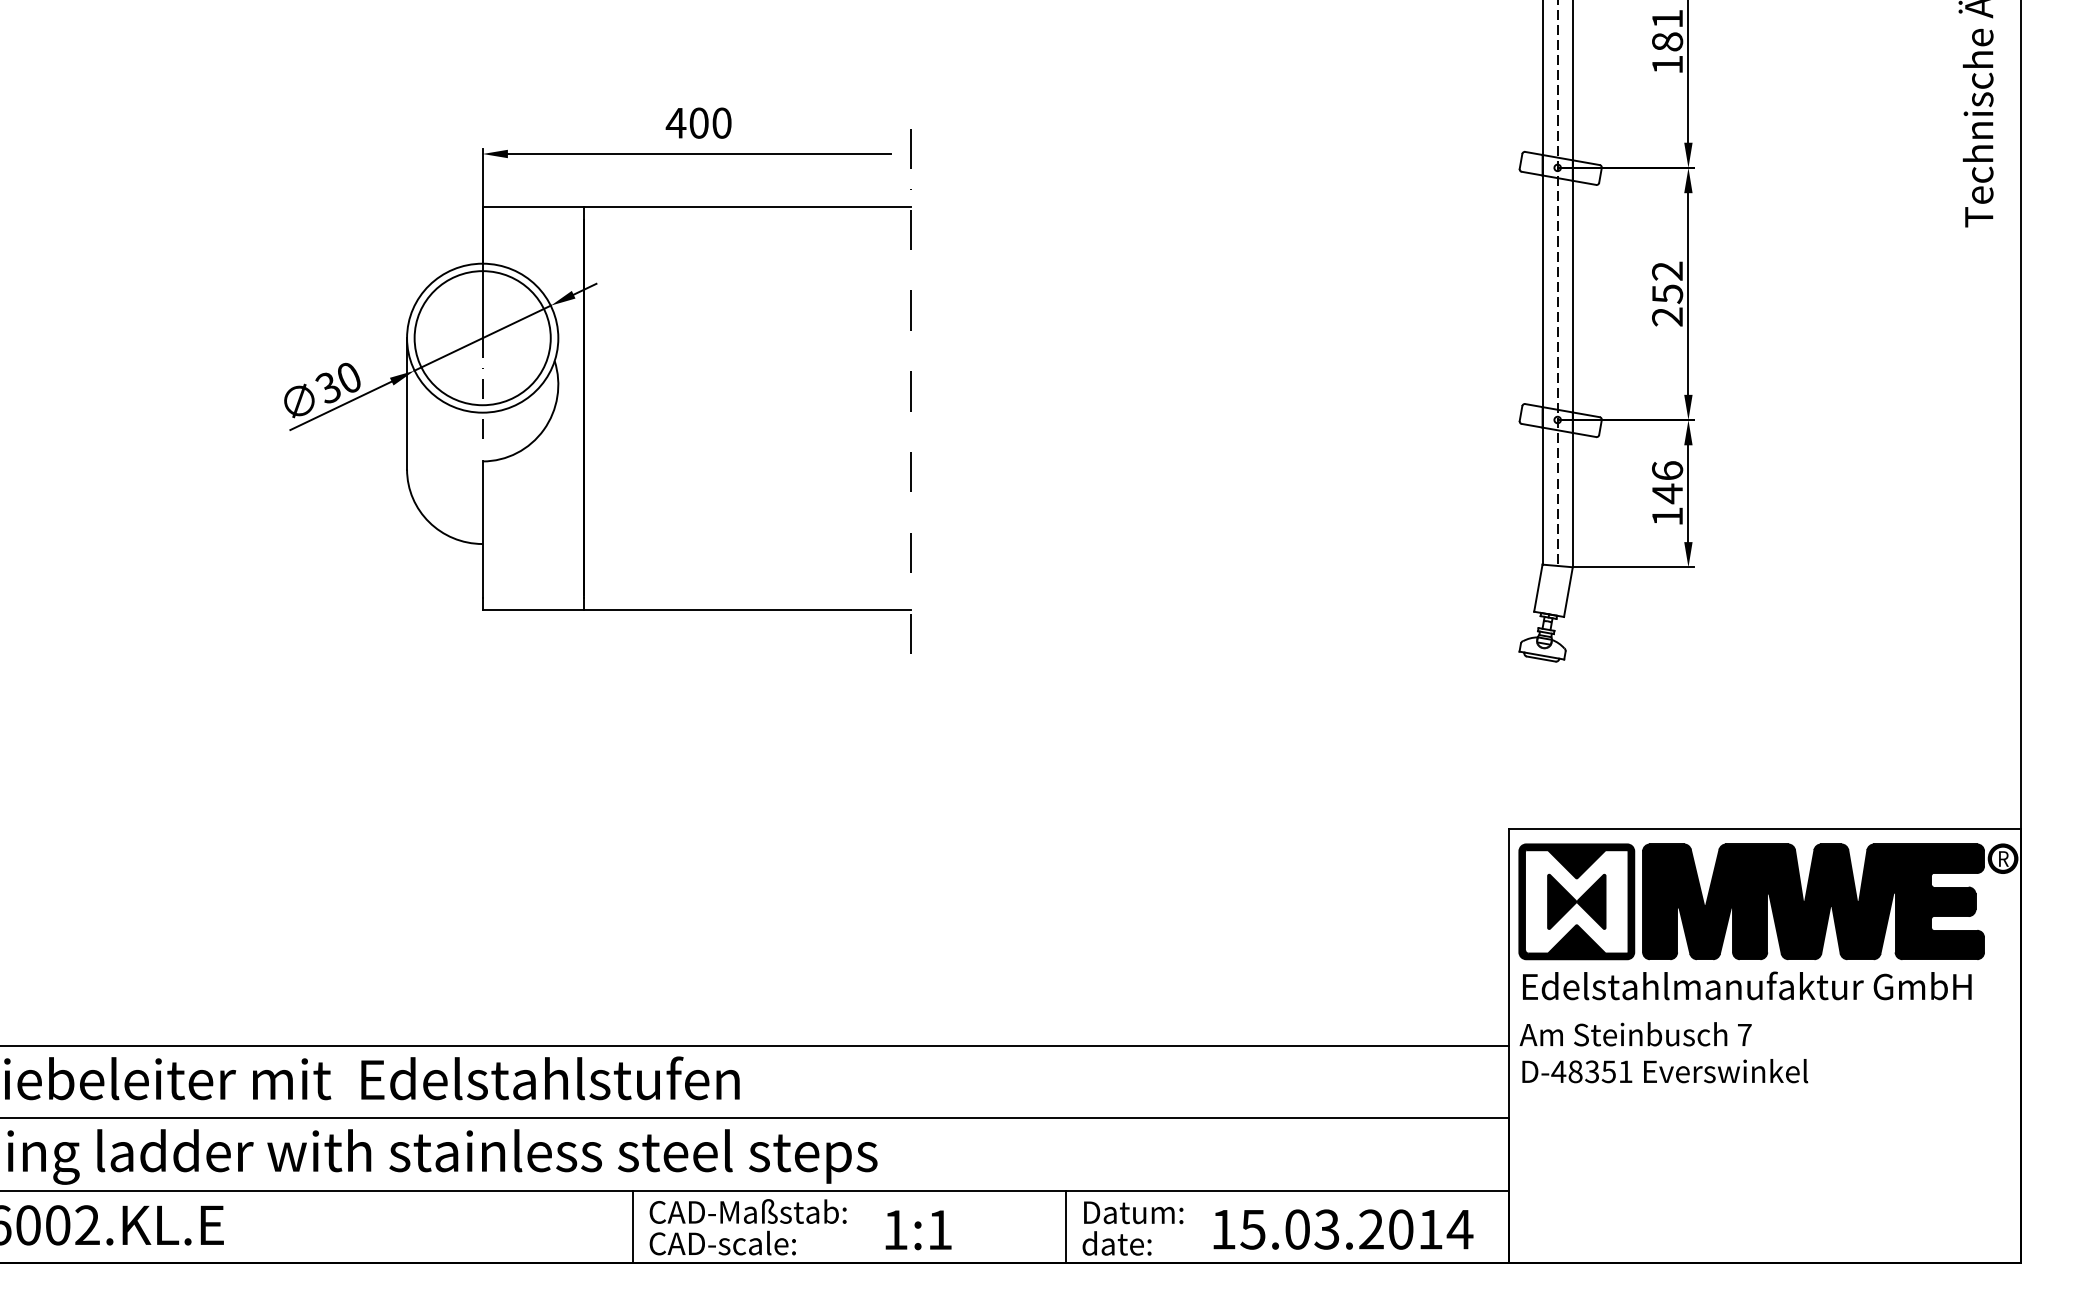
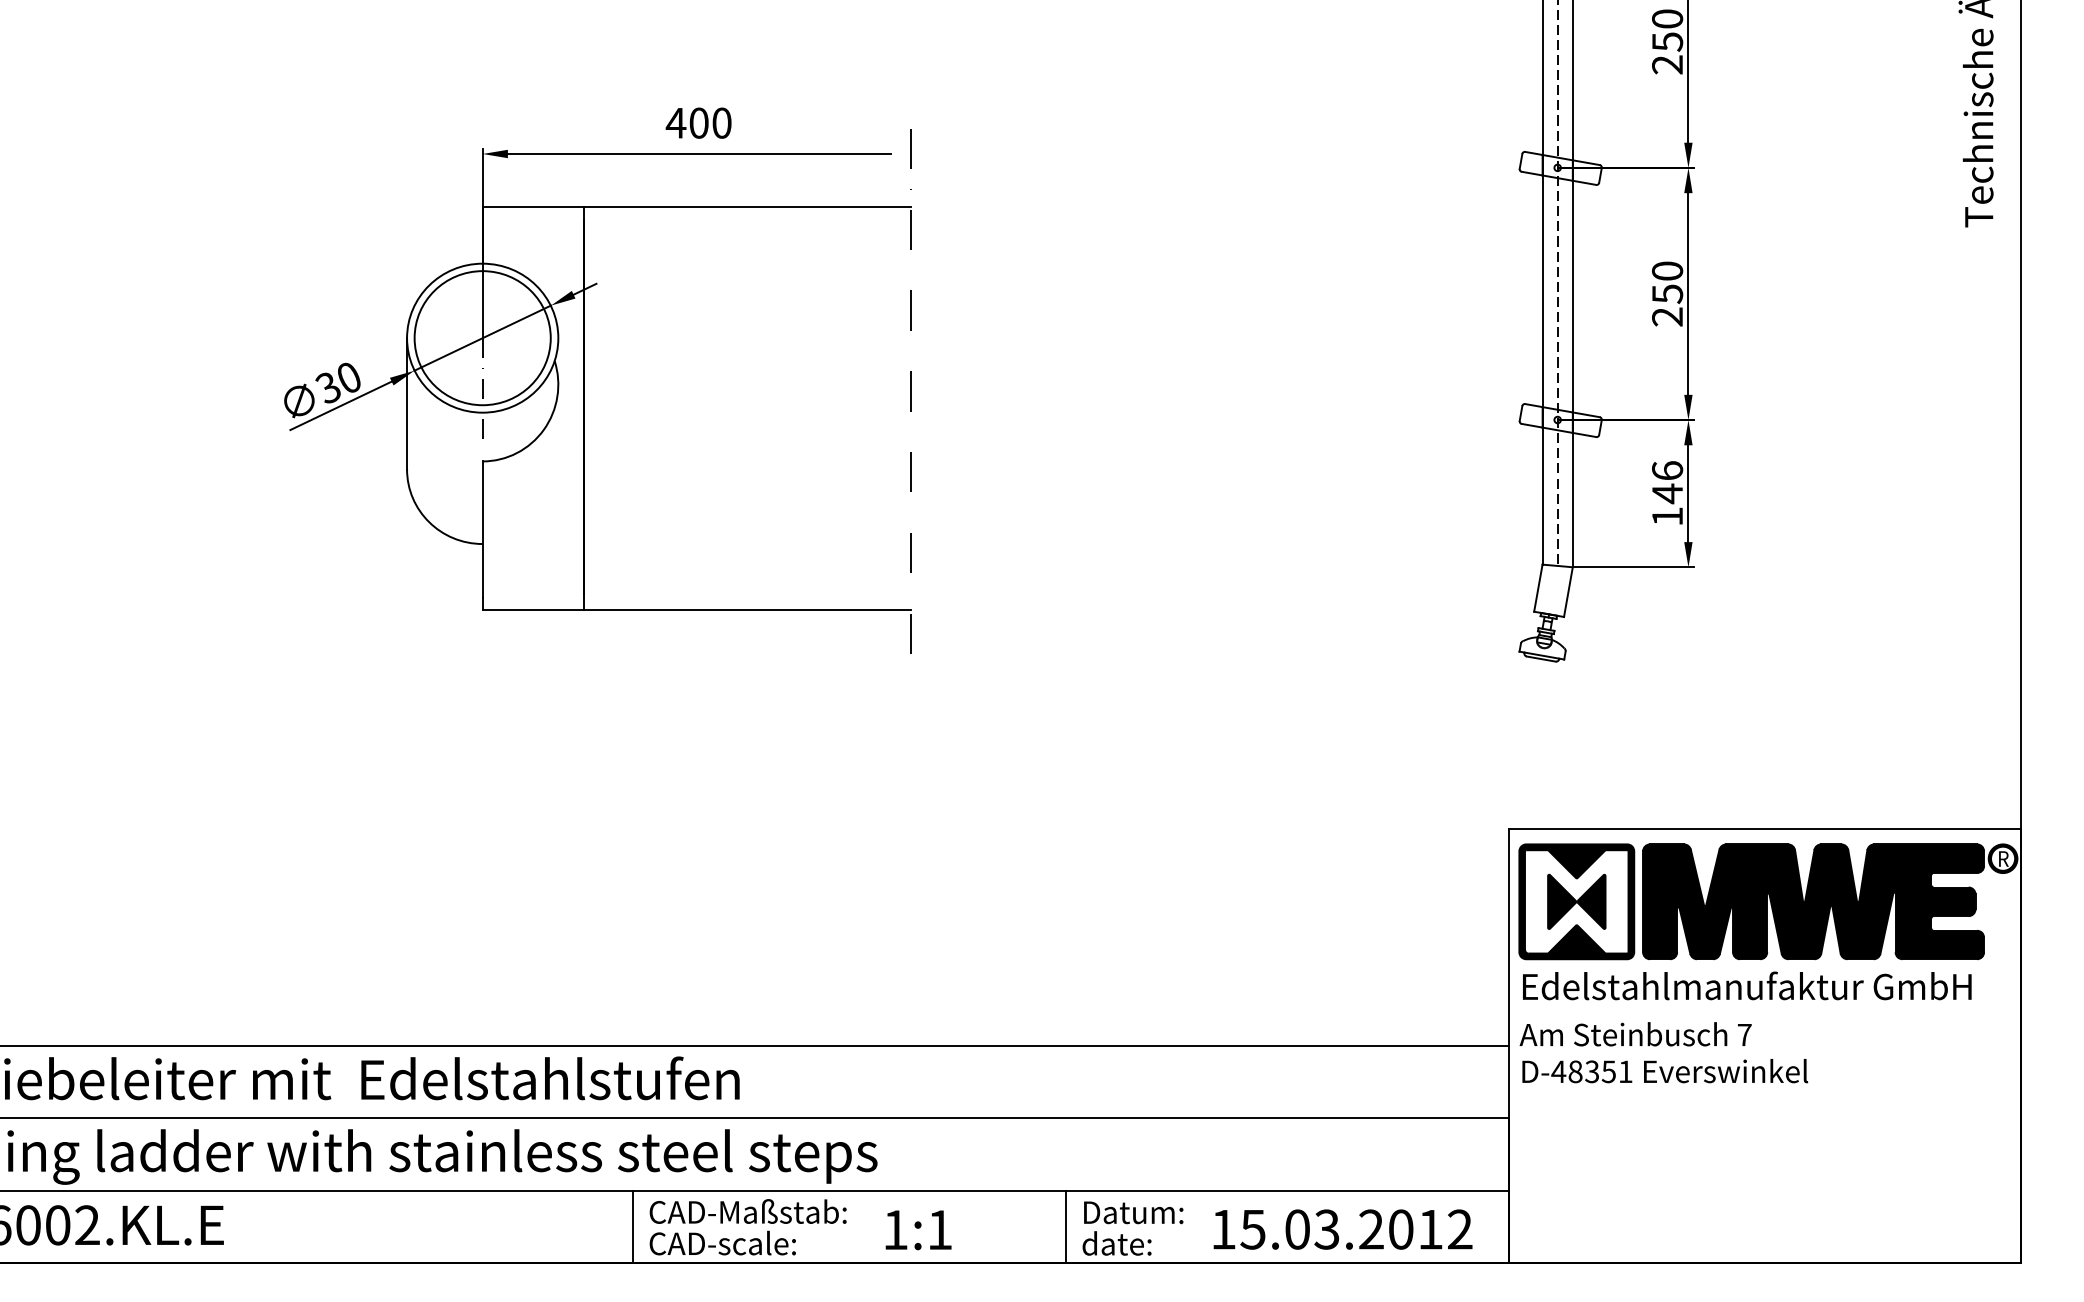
text at (1667, 41): 181 -> 250
text at (1667, 270): 252 -> 250
text at (1459, 1229): 15.03.2014 -> 15.03.2012
